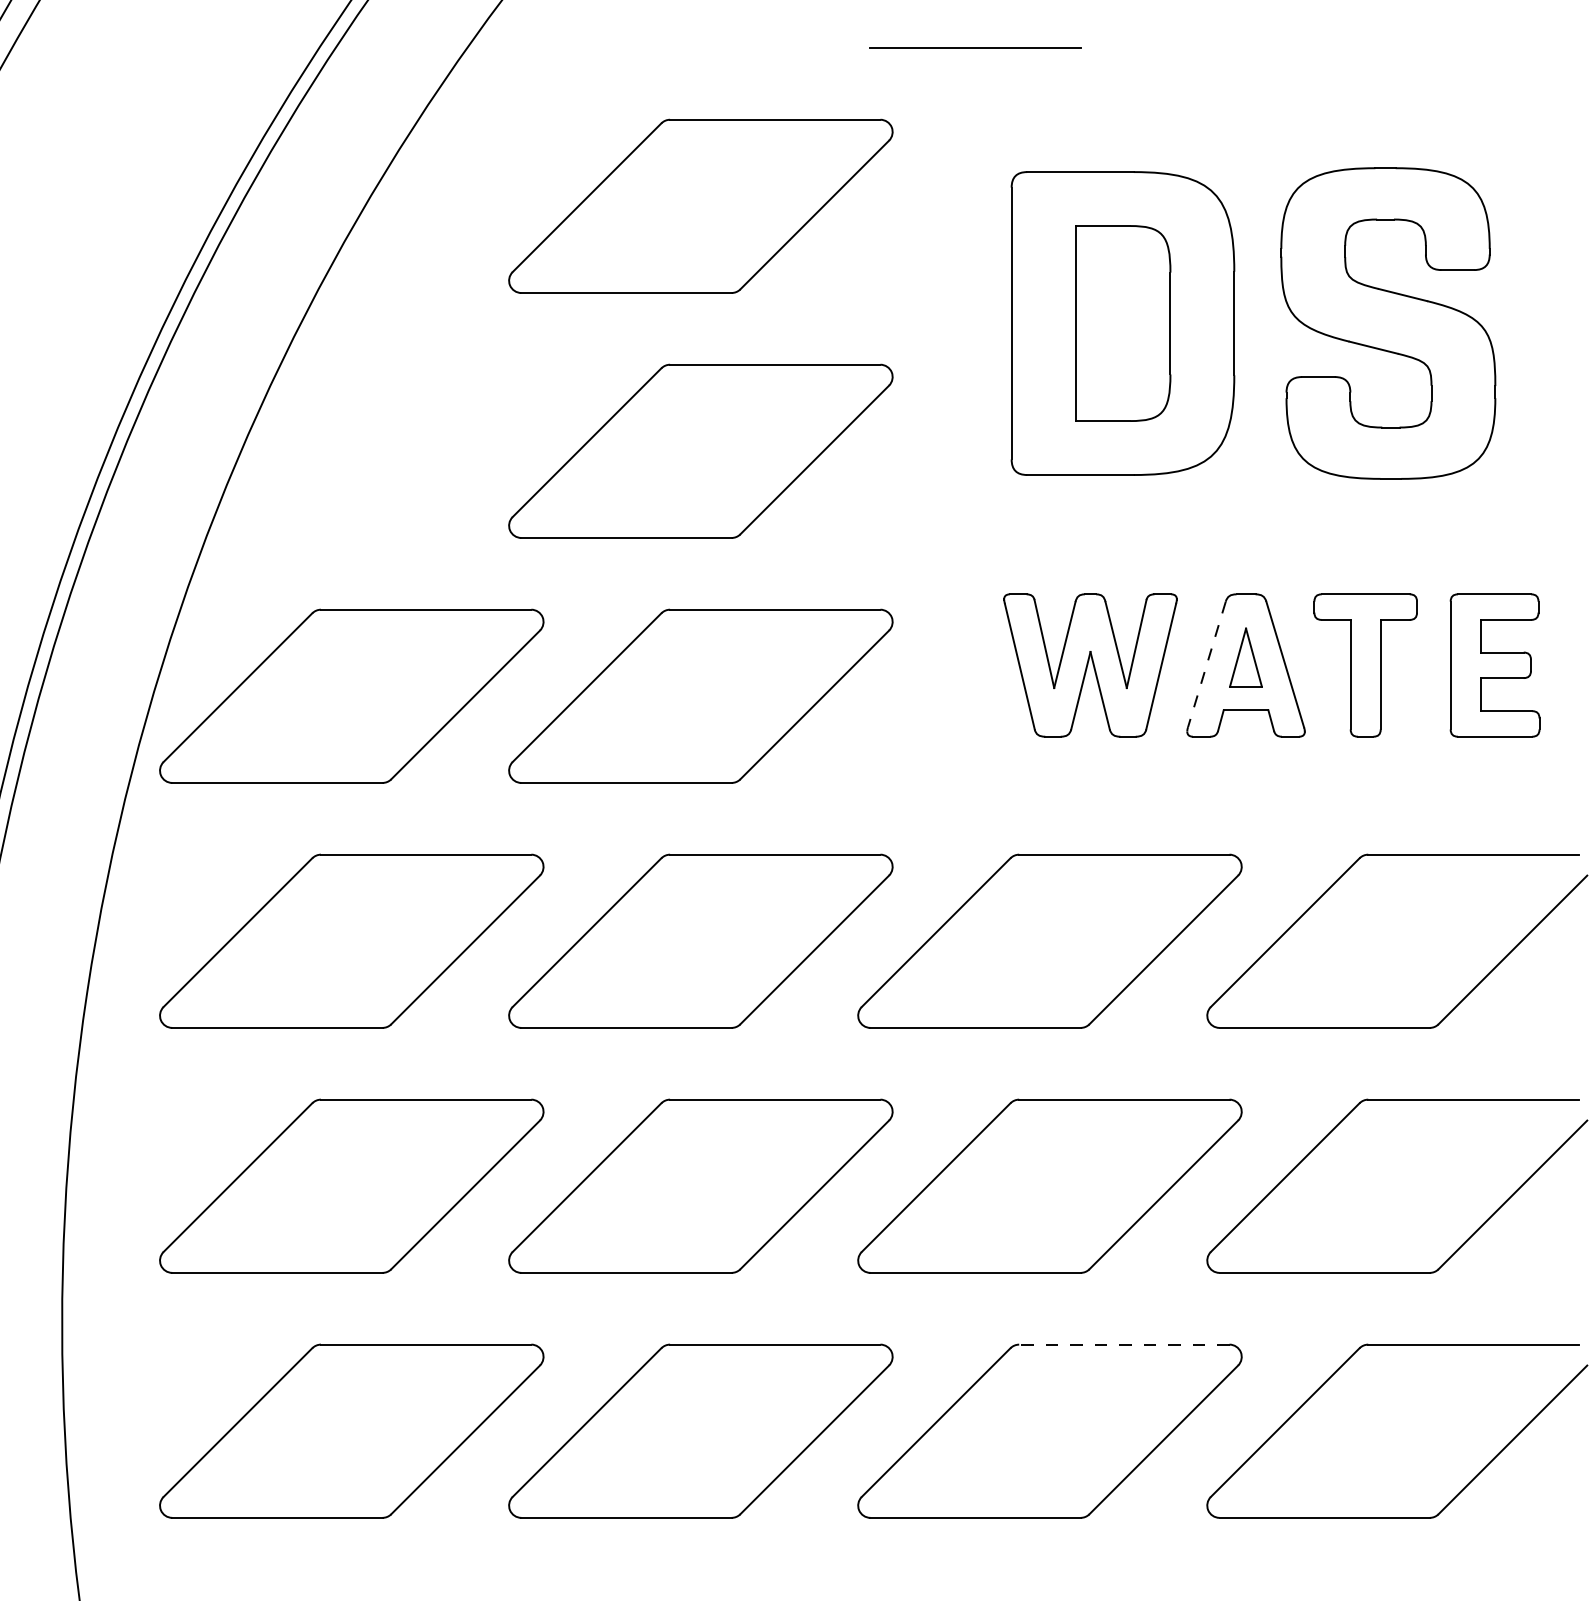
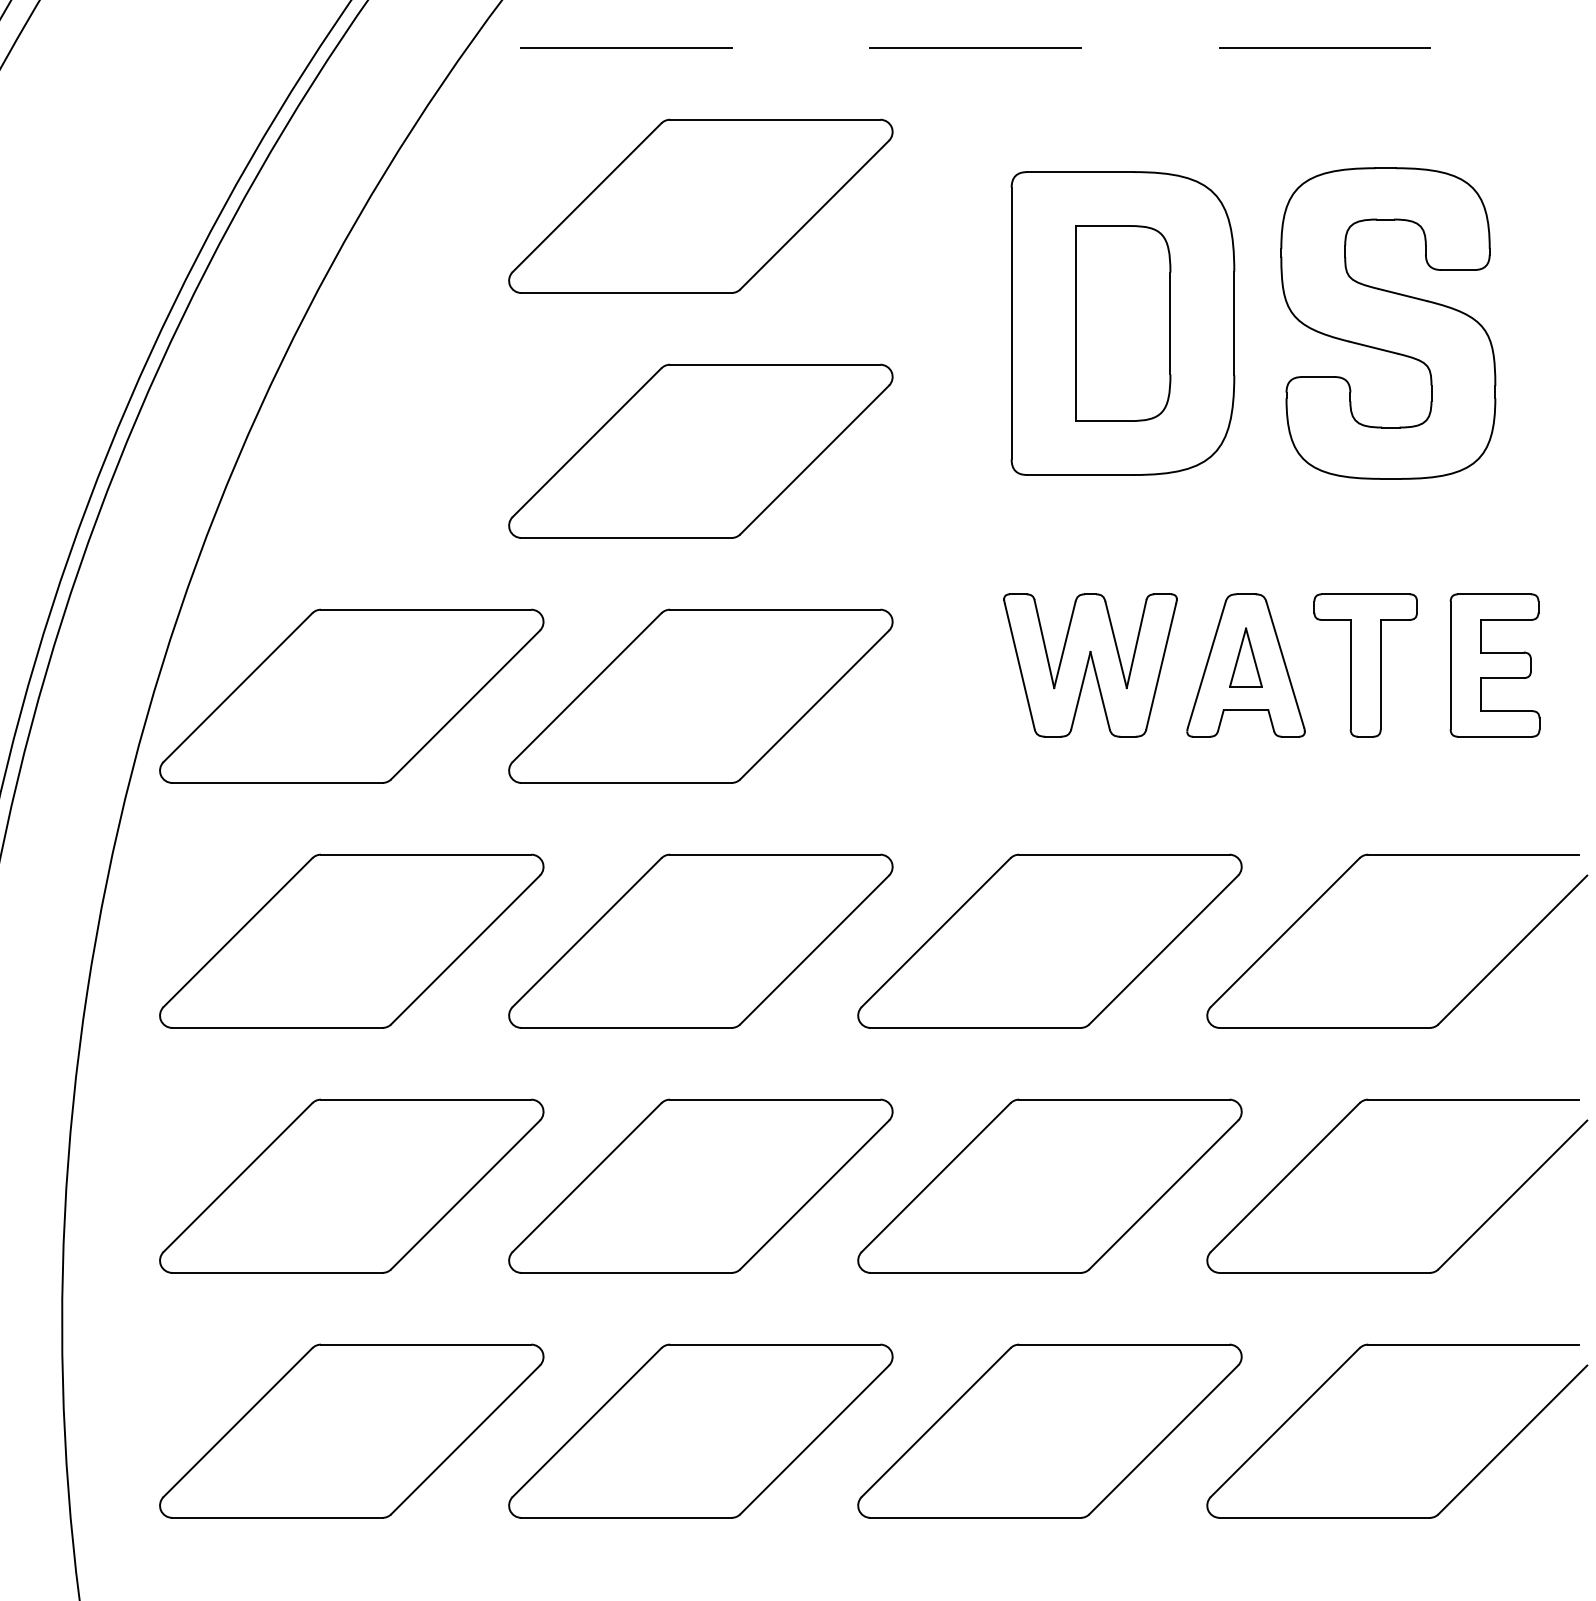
line at (626, 48): none -> present
line at (1324, 48): none -> present
line at (1206, 664): dashed -> solid
line at (1123, 1344): dashed -> solid
